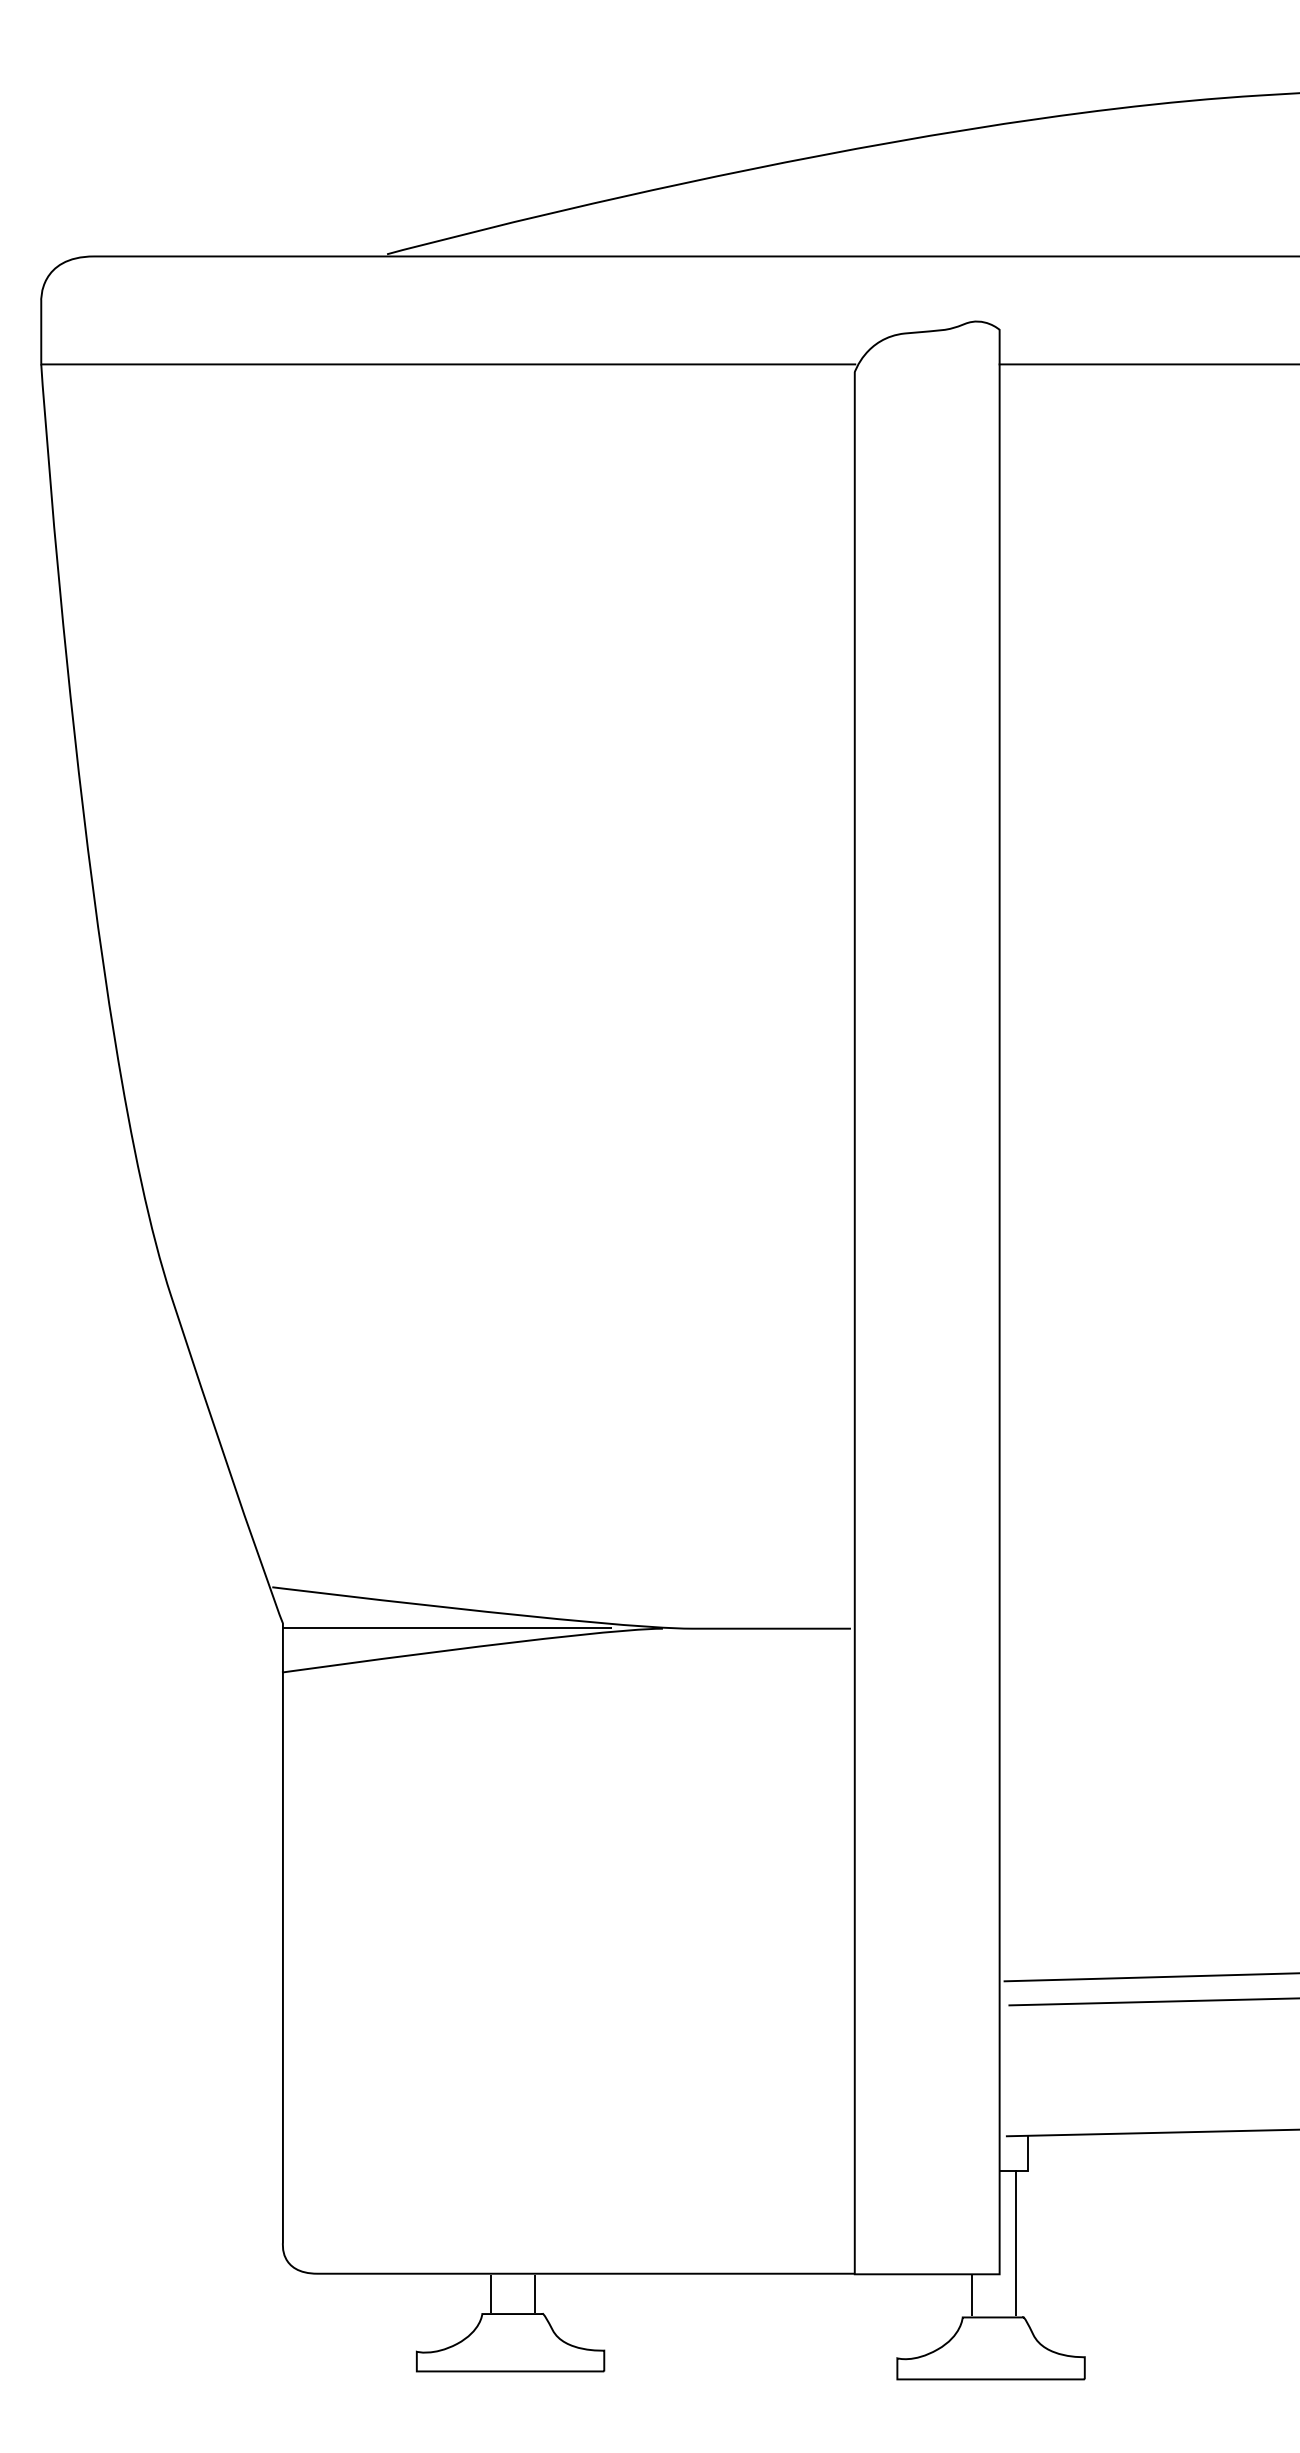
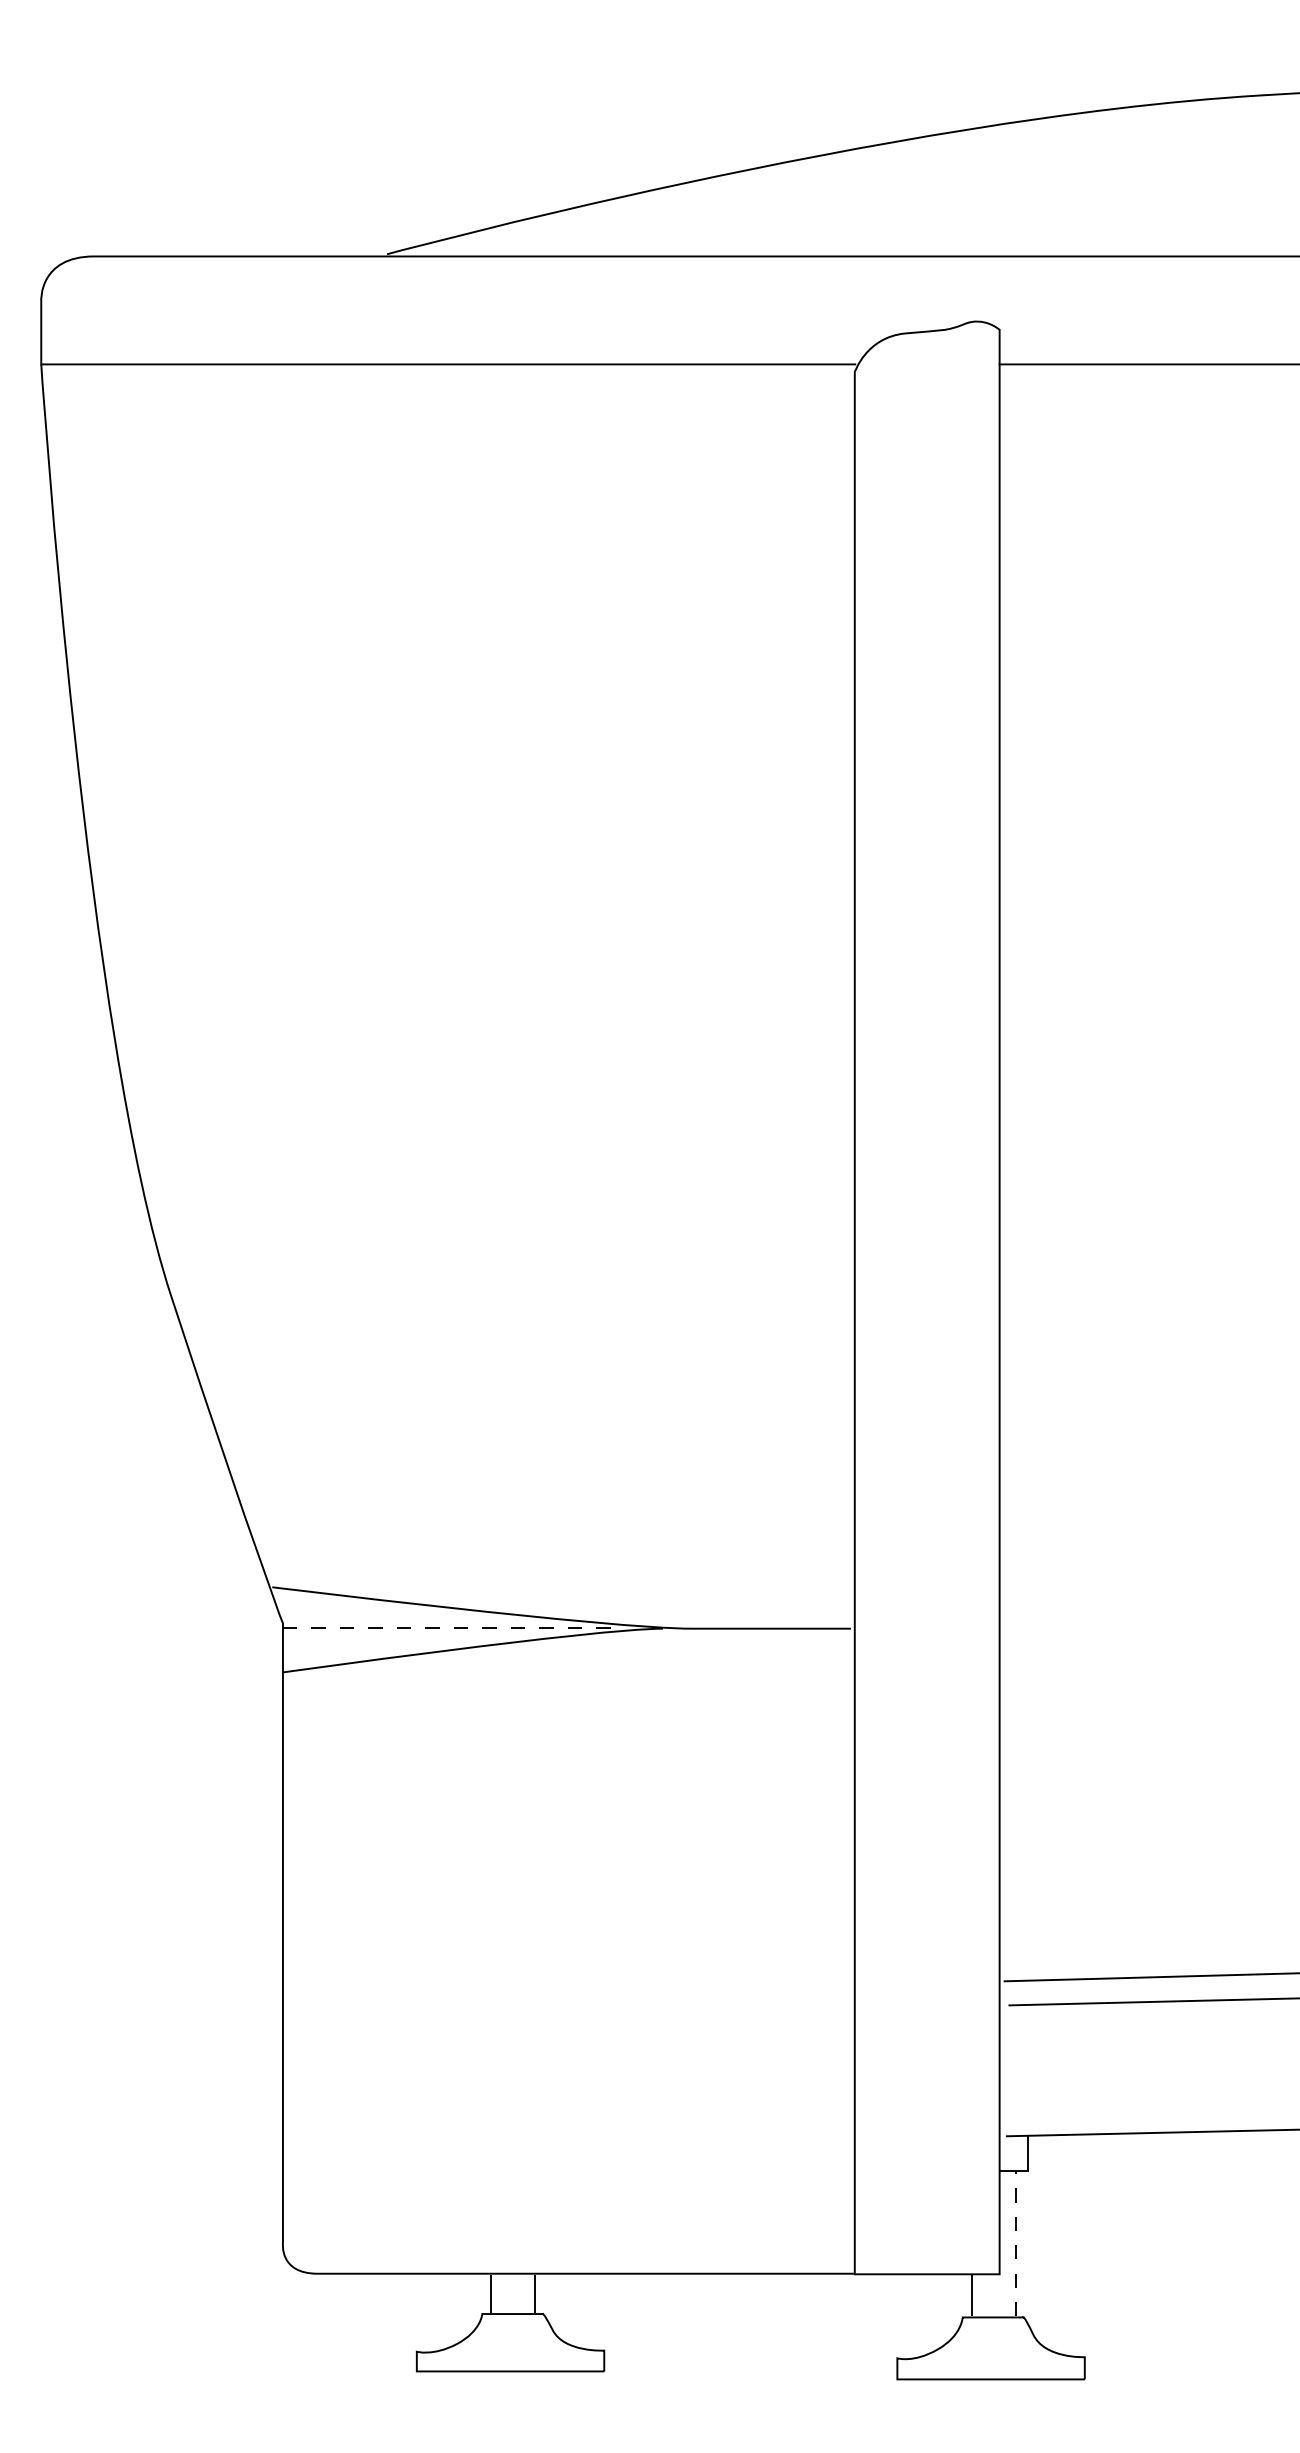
line at (447, 1628): solid -> dashed
line at (1015, 2242): solid -> dashed
